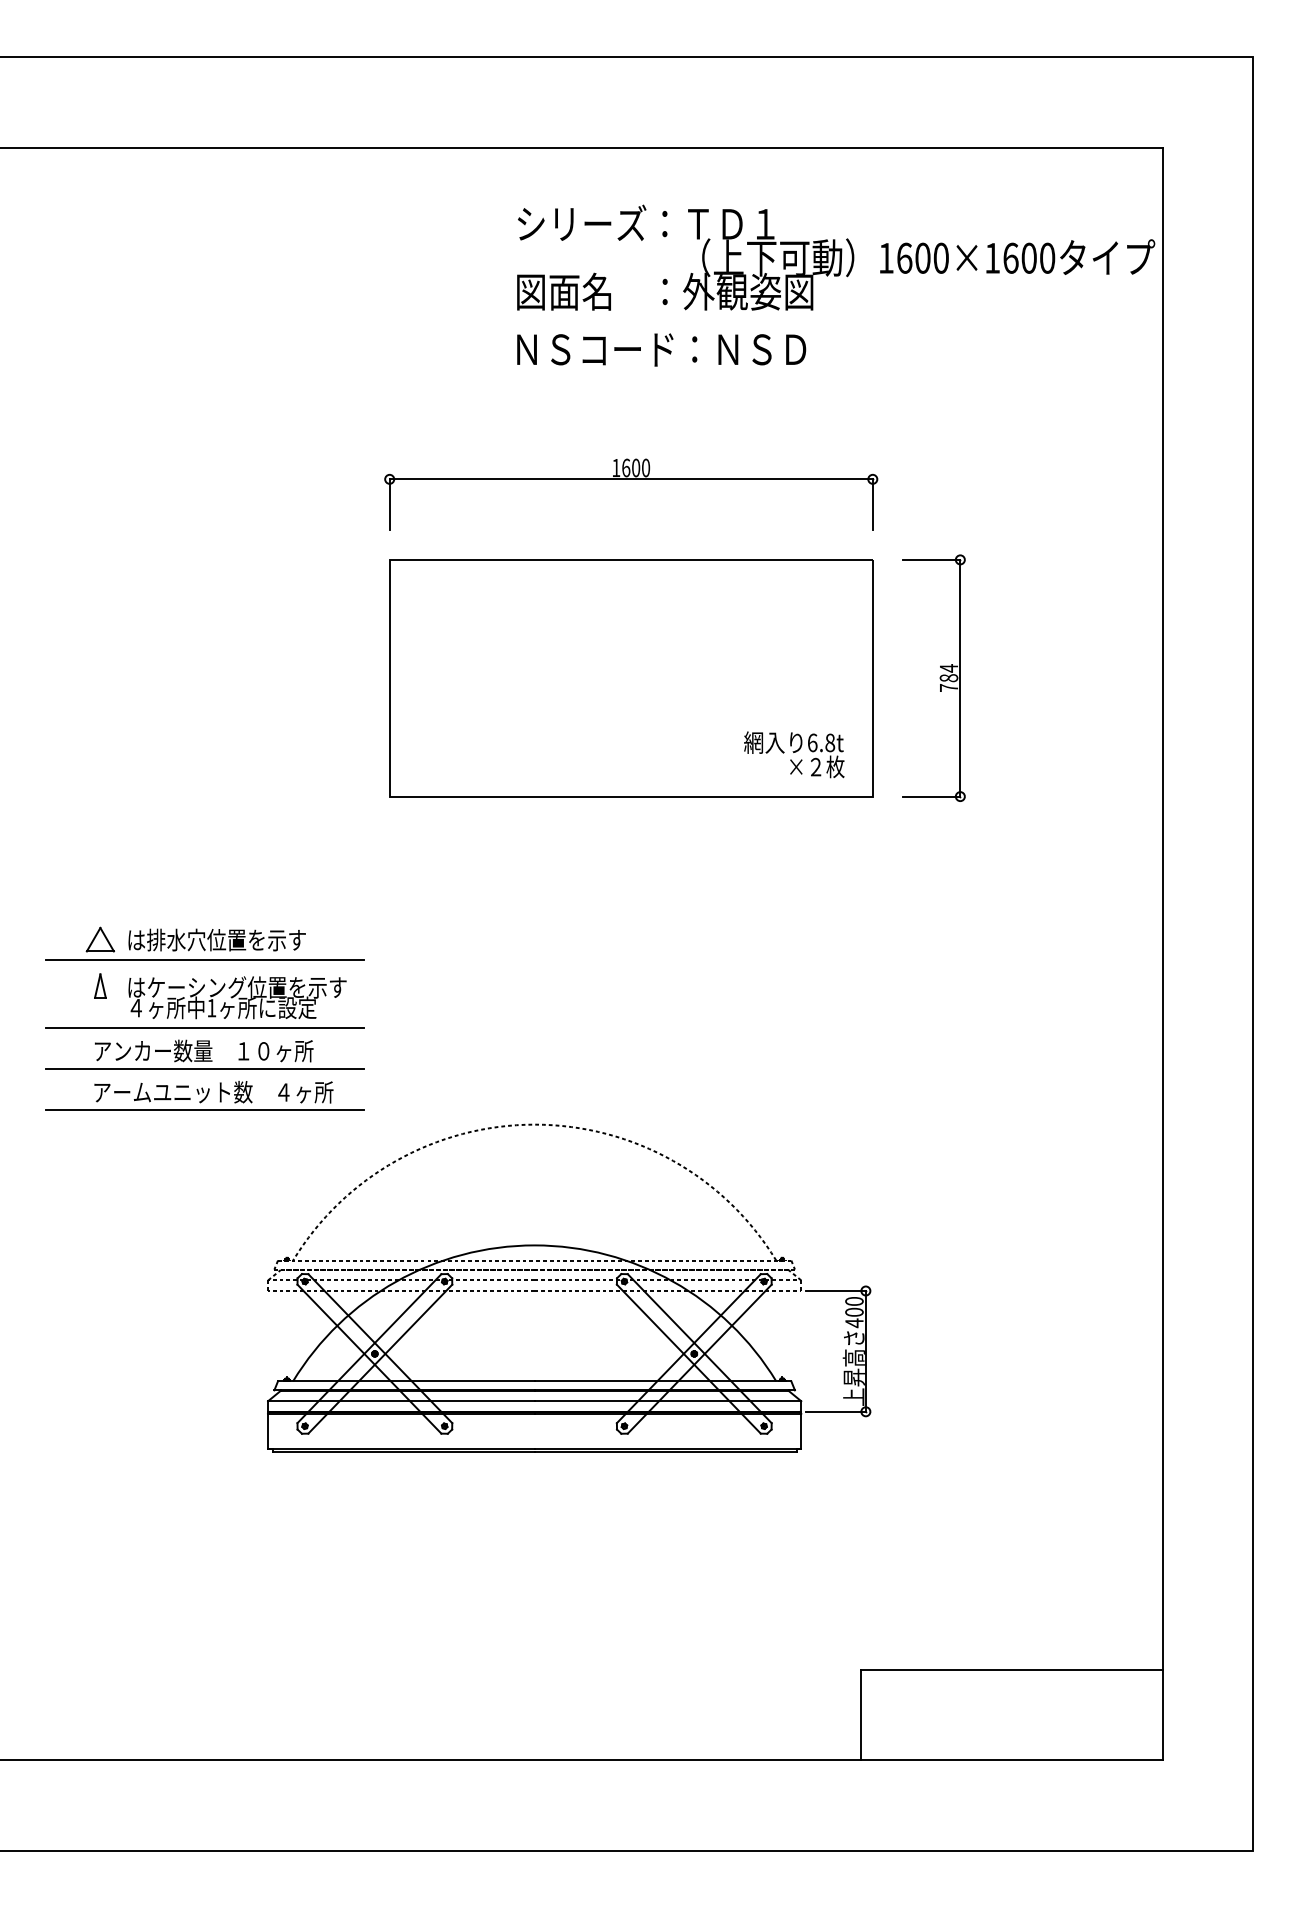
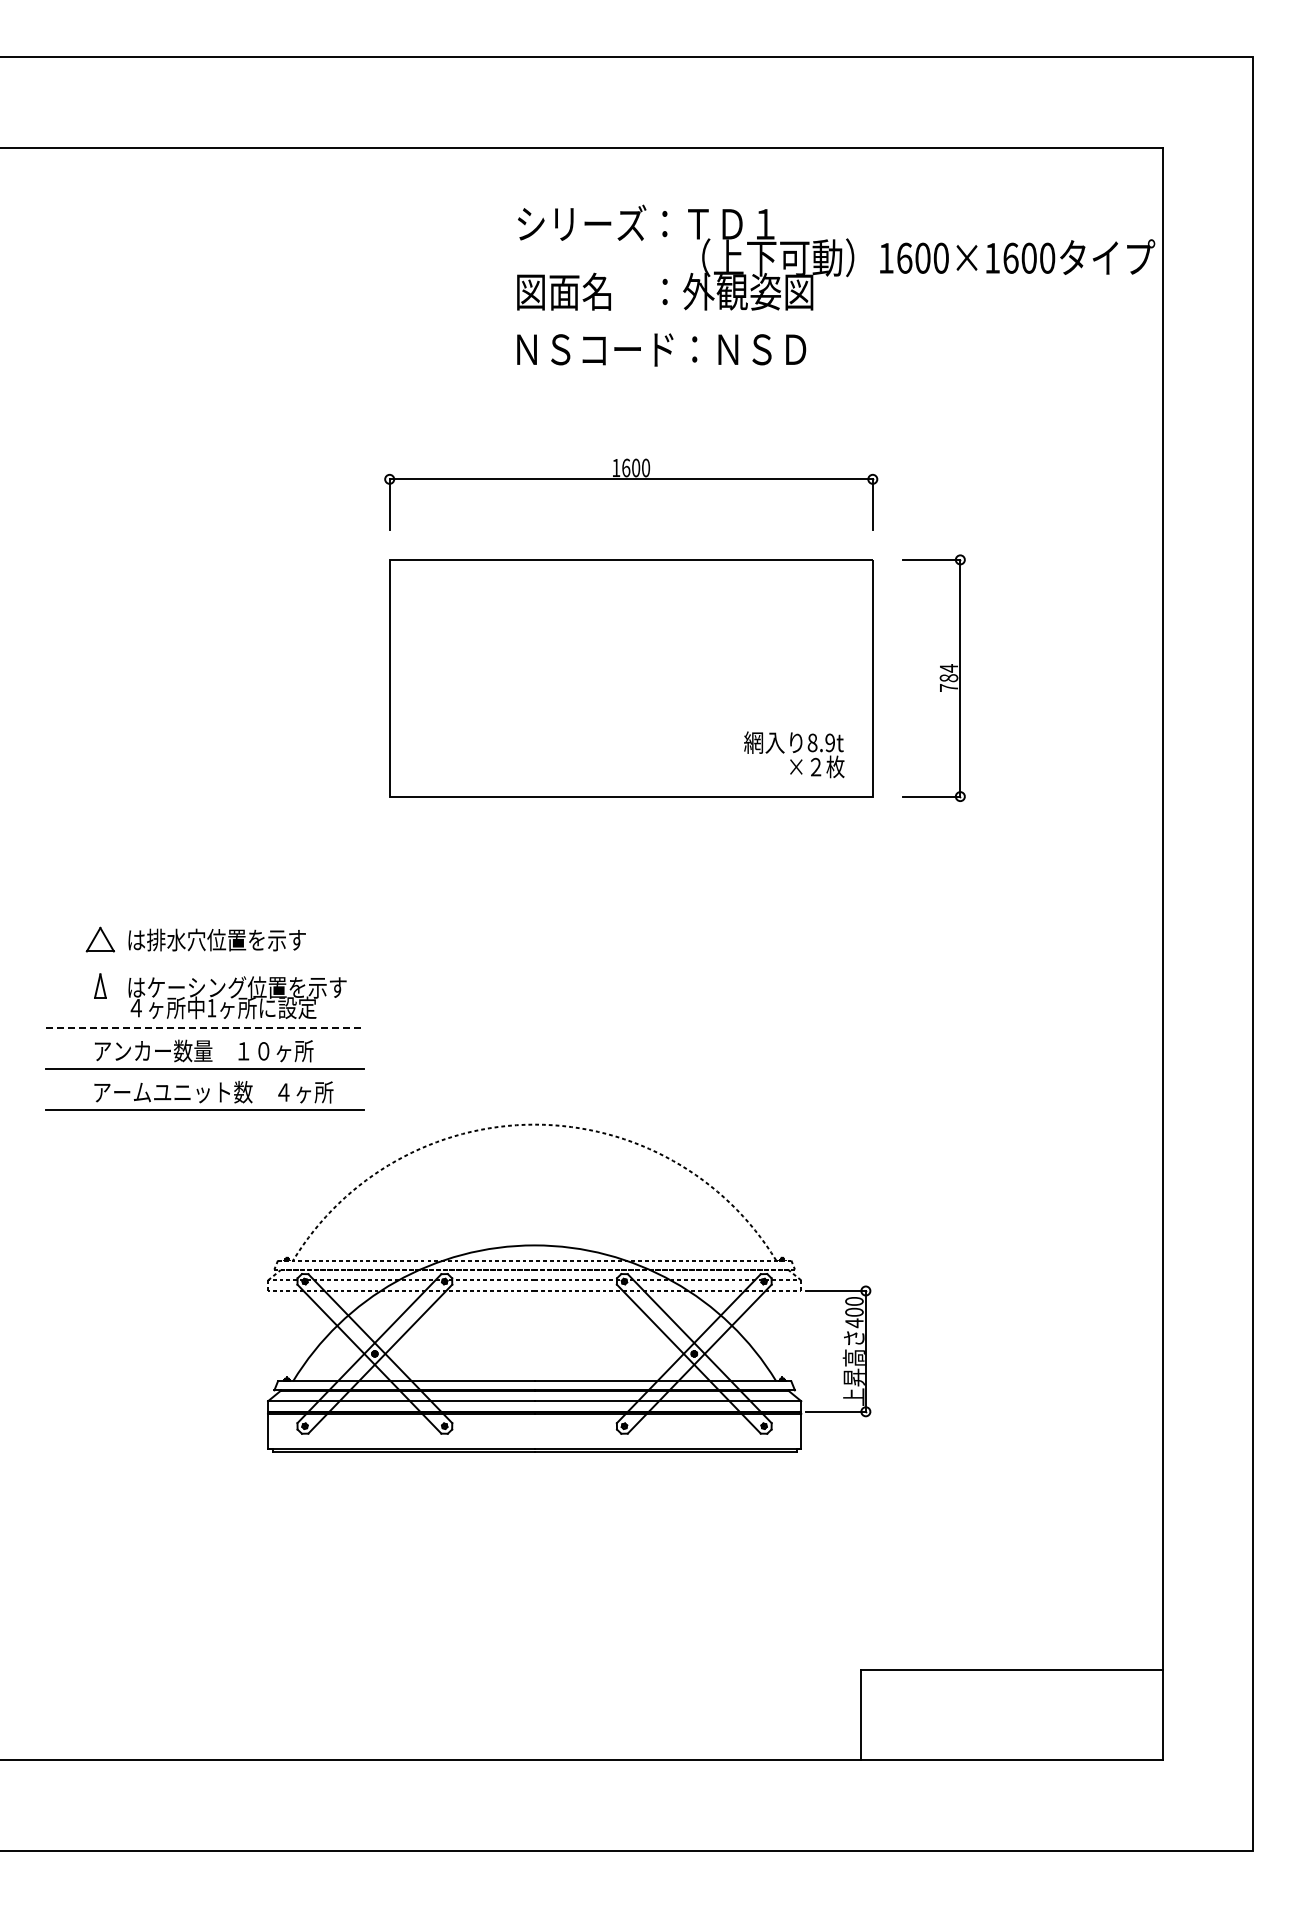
text at (821, 742): 6.8t -> 8.9t
line at (204, 959): present -> none
line at (204, 1027): solid -> dashed
